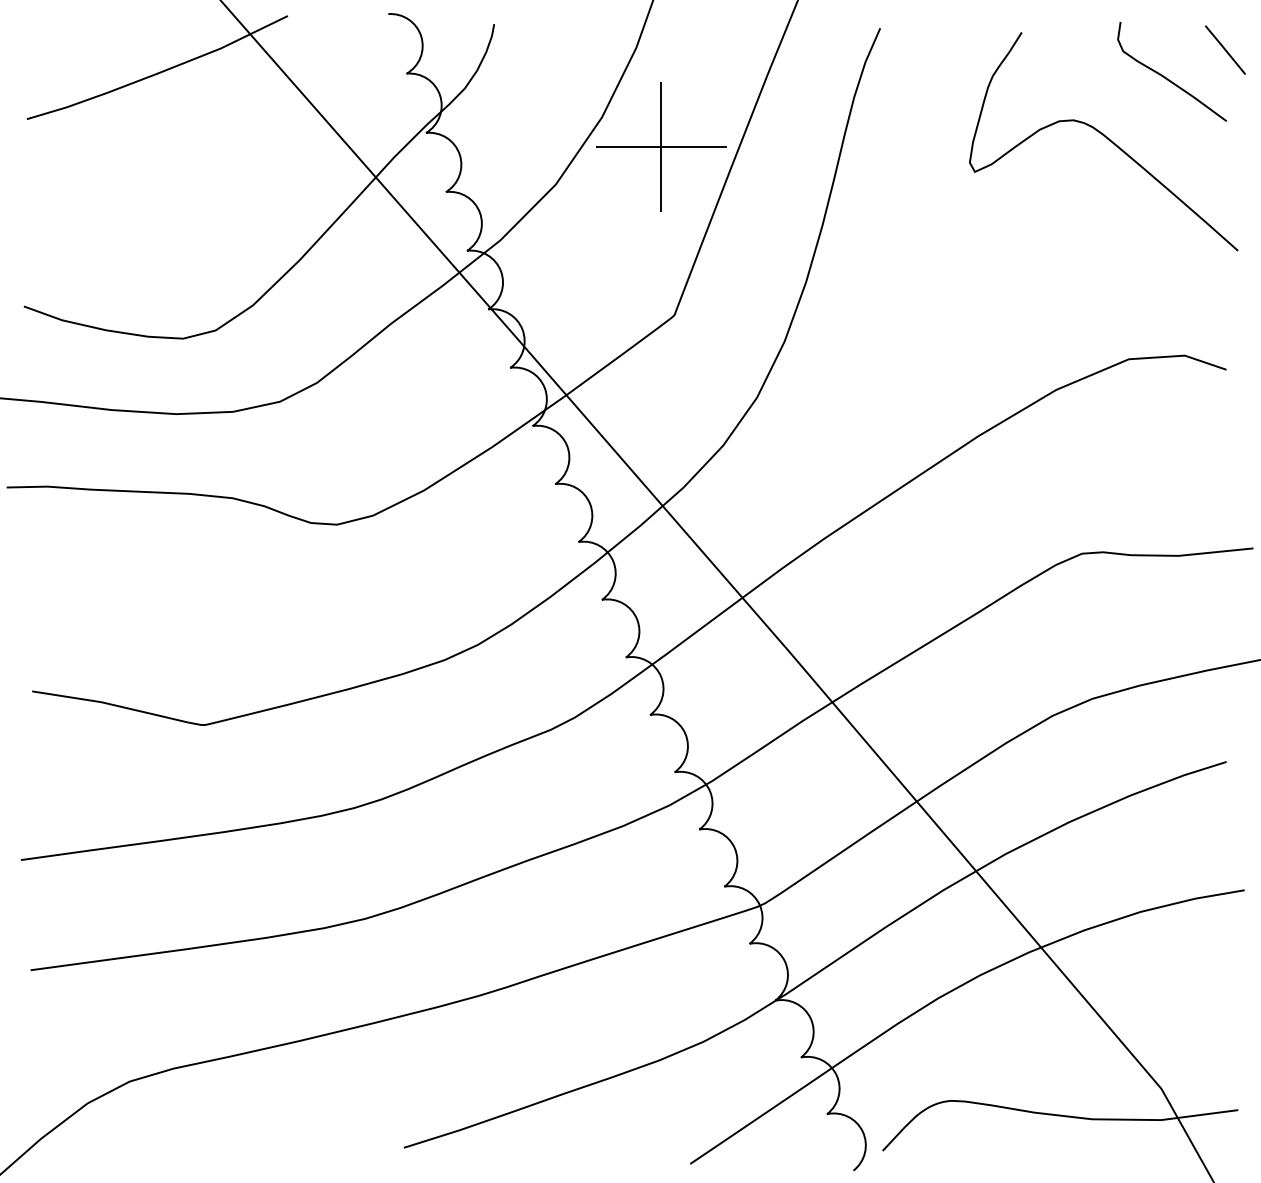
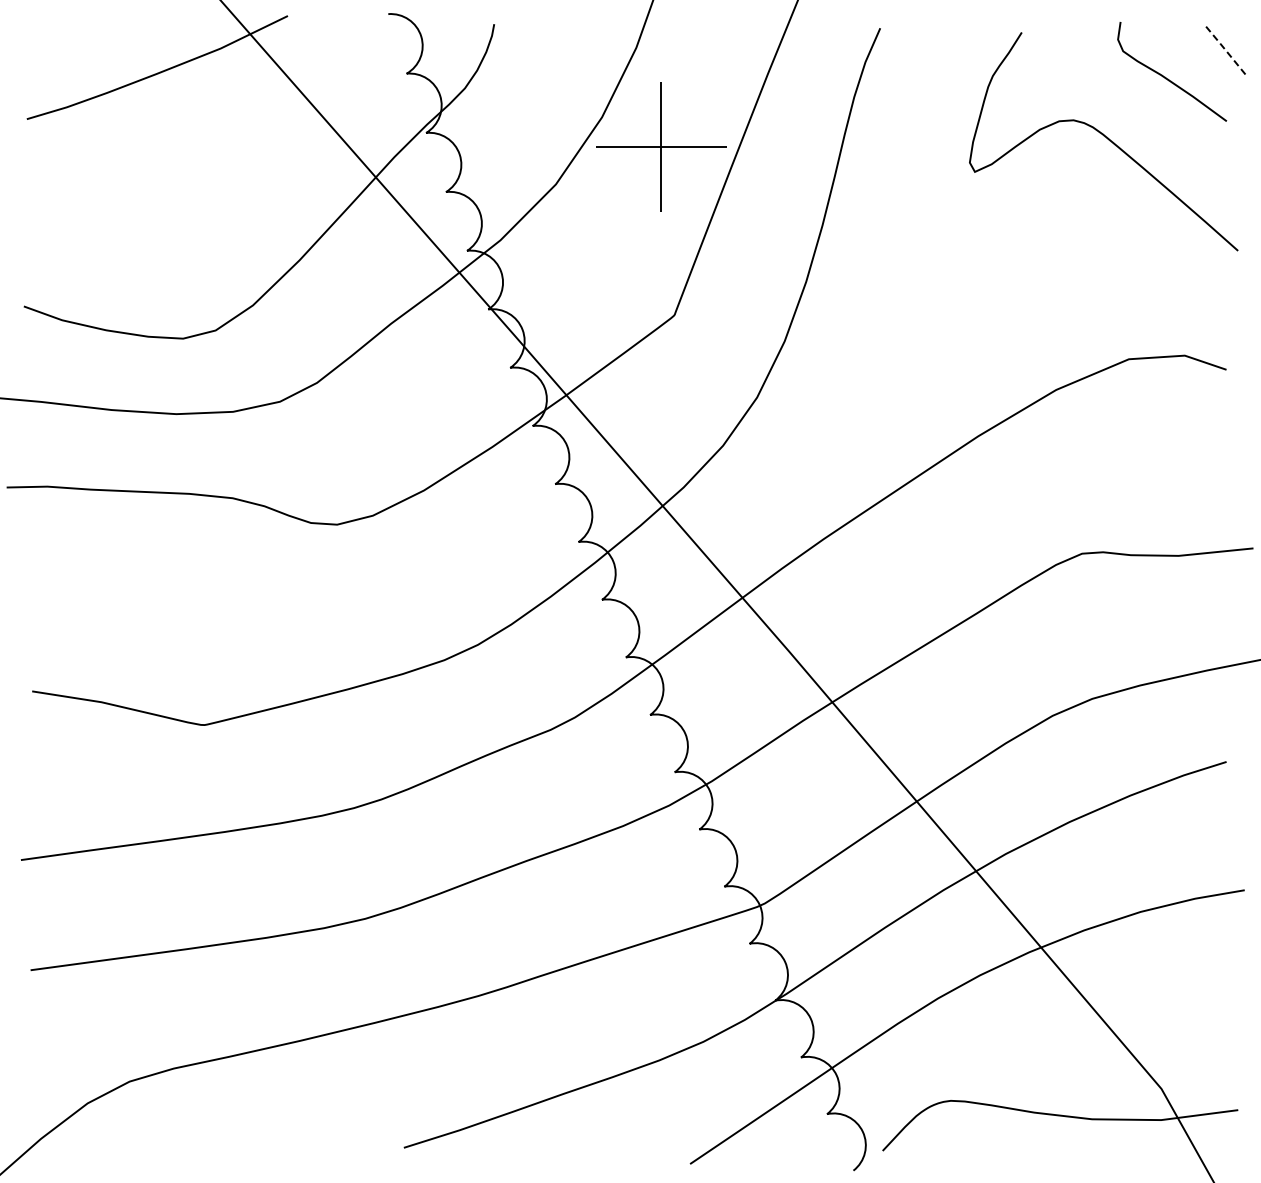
line at (1224, 49): solid -> dashed
